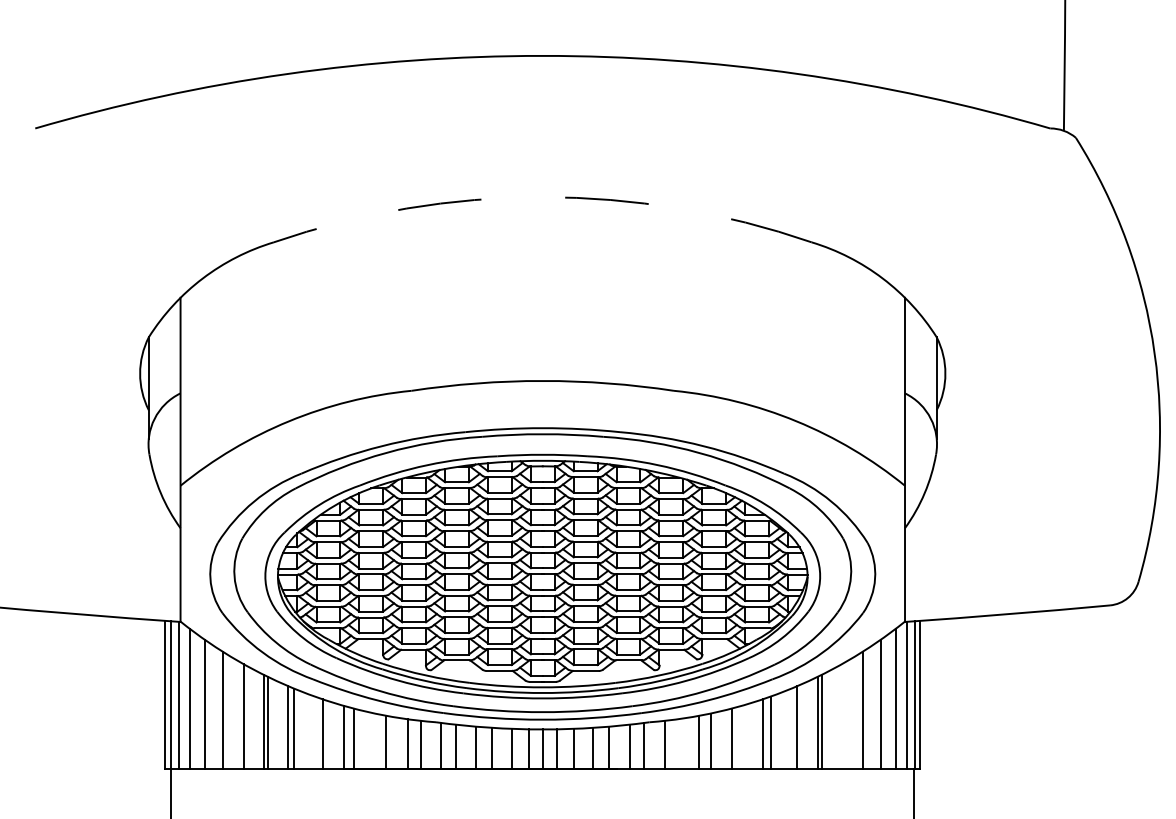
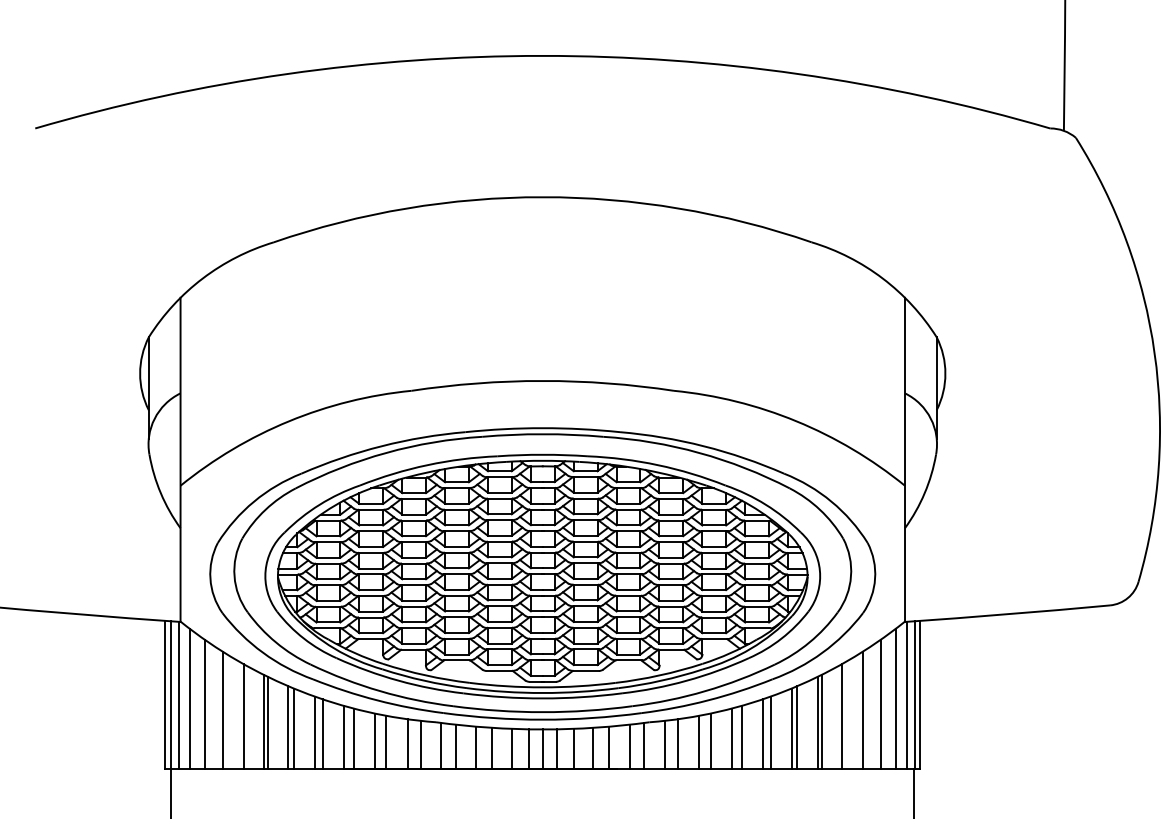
arc at (542, 197): dashed -> solid
line at (841, 716): none -> present
line at (791, 728): none -> present
line at (315, 732): none -> present
line at (741, 736): none -> present
line at (374, 740): none -> present
line at (678, 743): none -> present
